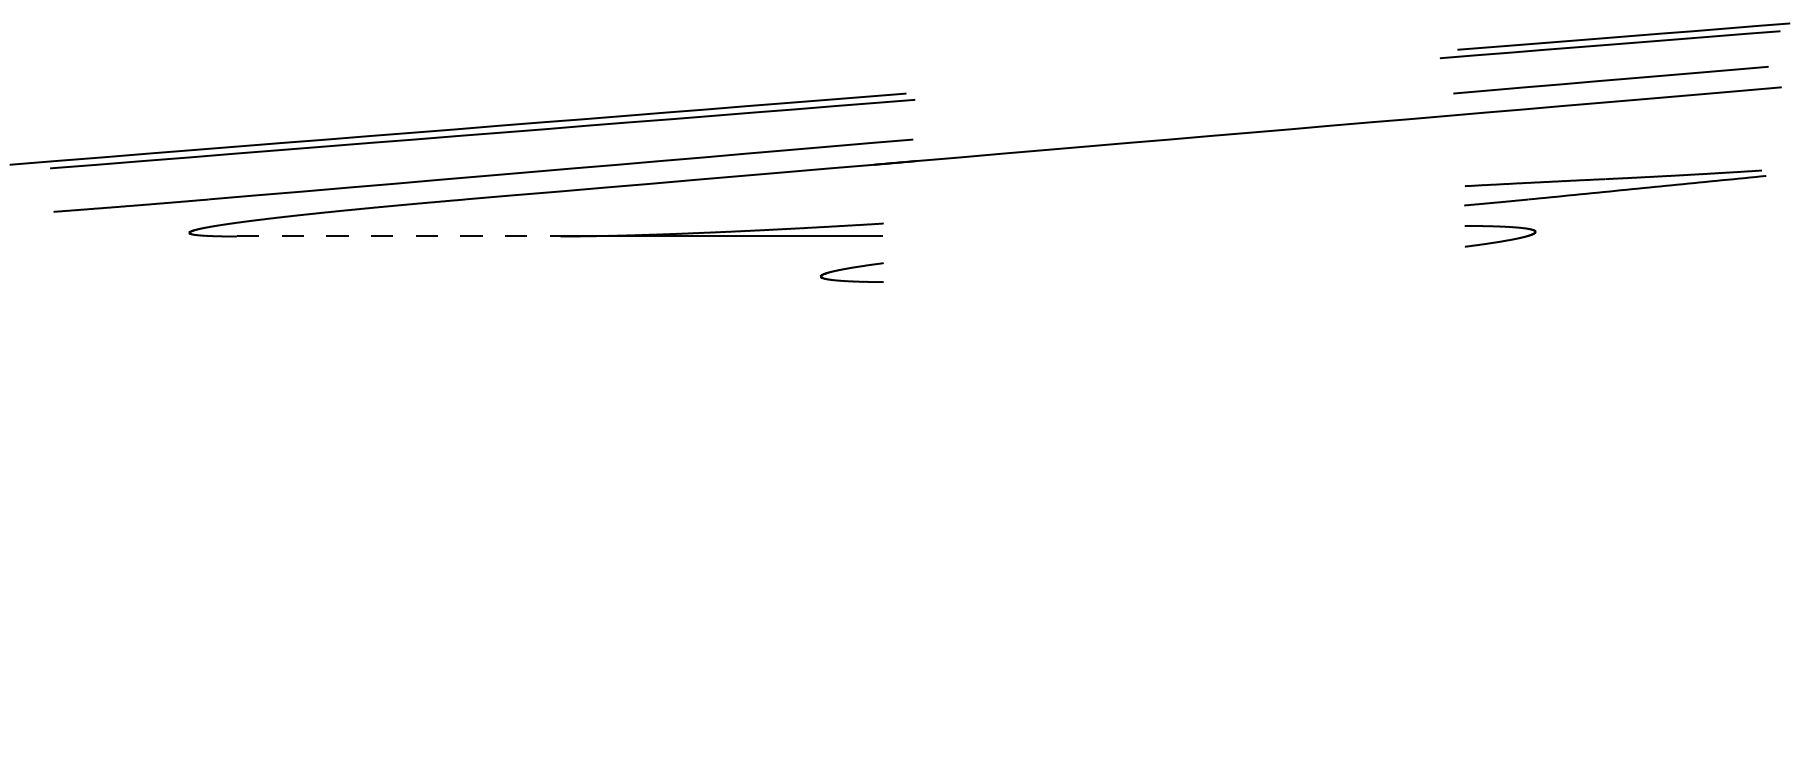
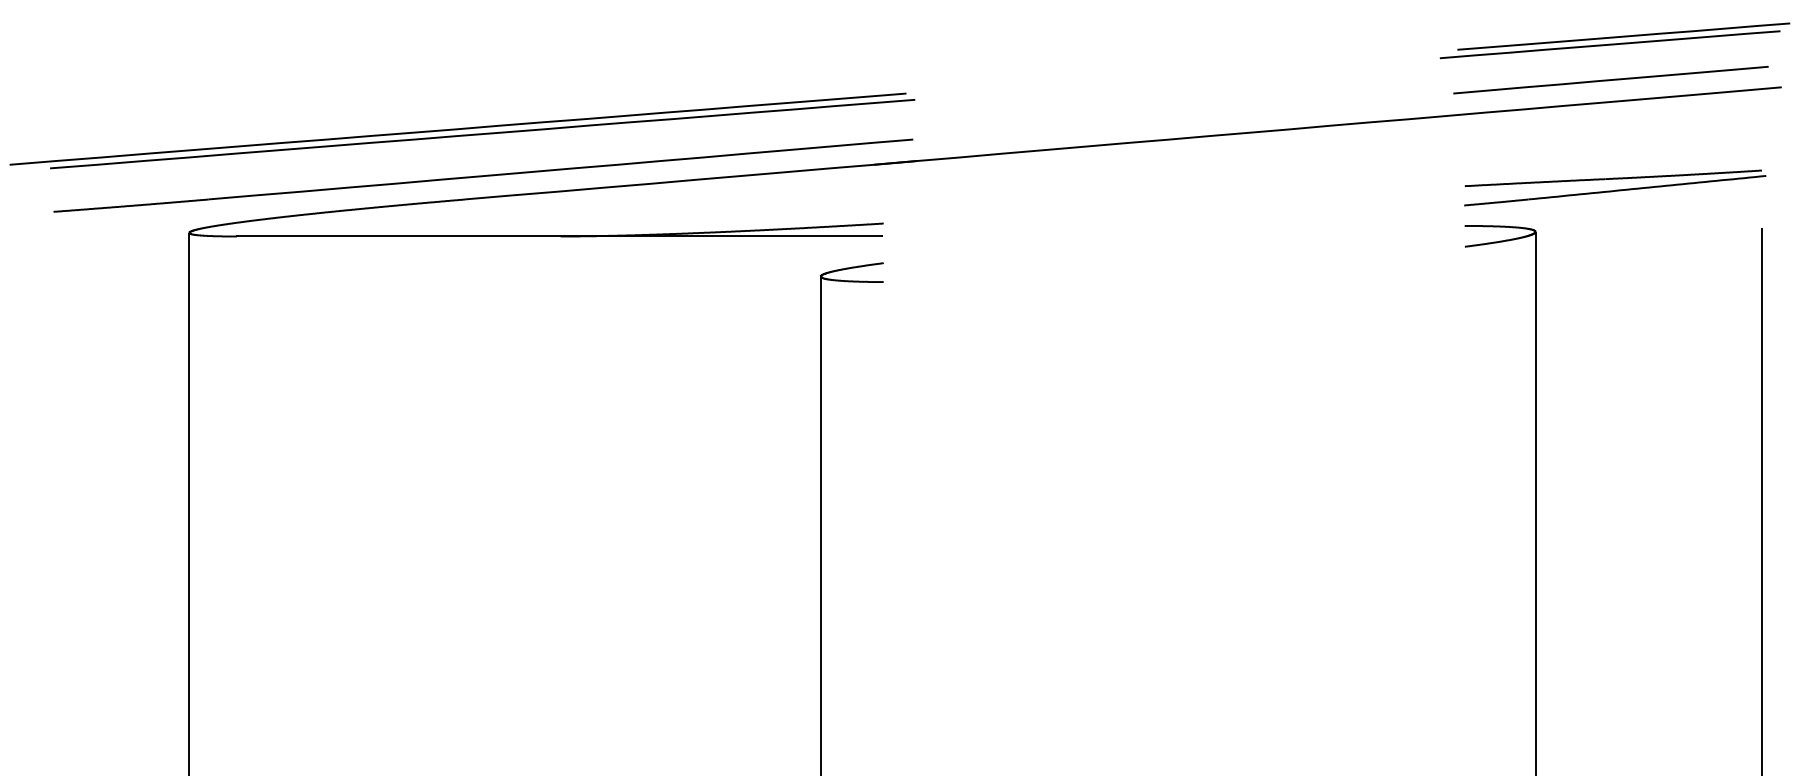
line at (398, 236): dashed -> solid
line at (1761, 499): none -> present
line at (1535, 501): none -> present
line at (189, 502): none -> present
line at (820, 524): none -> present
